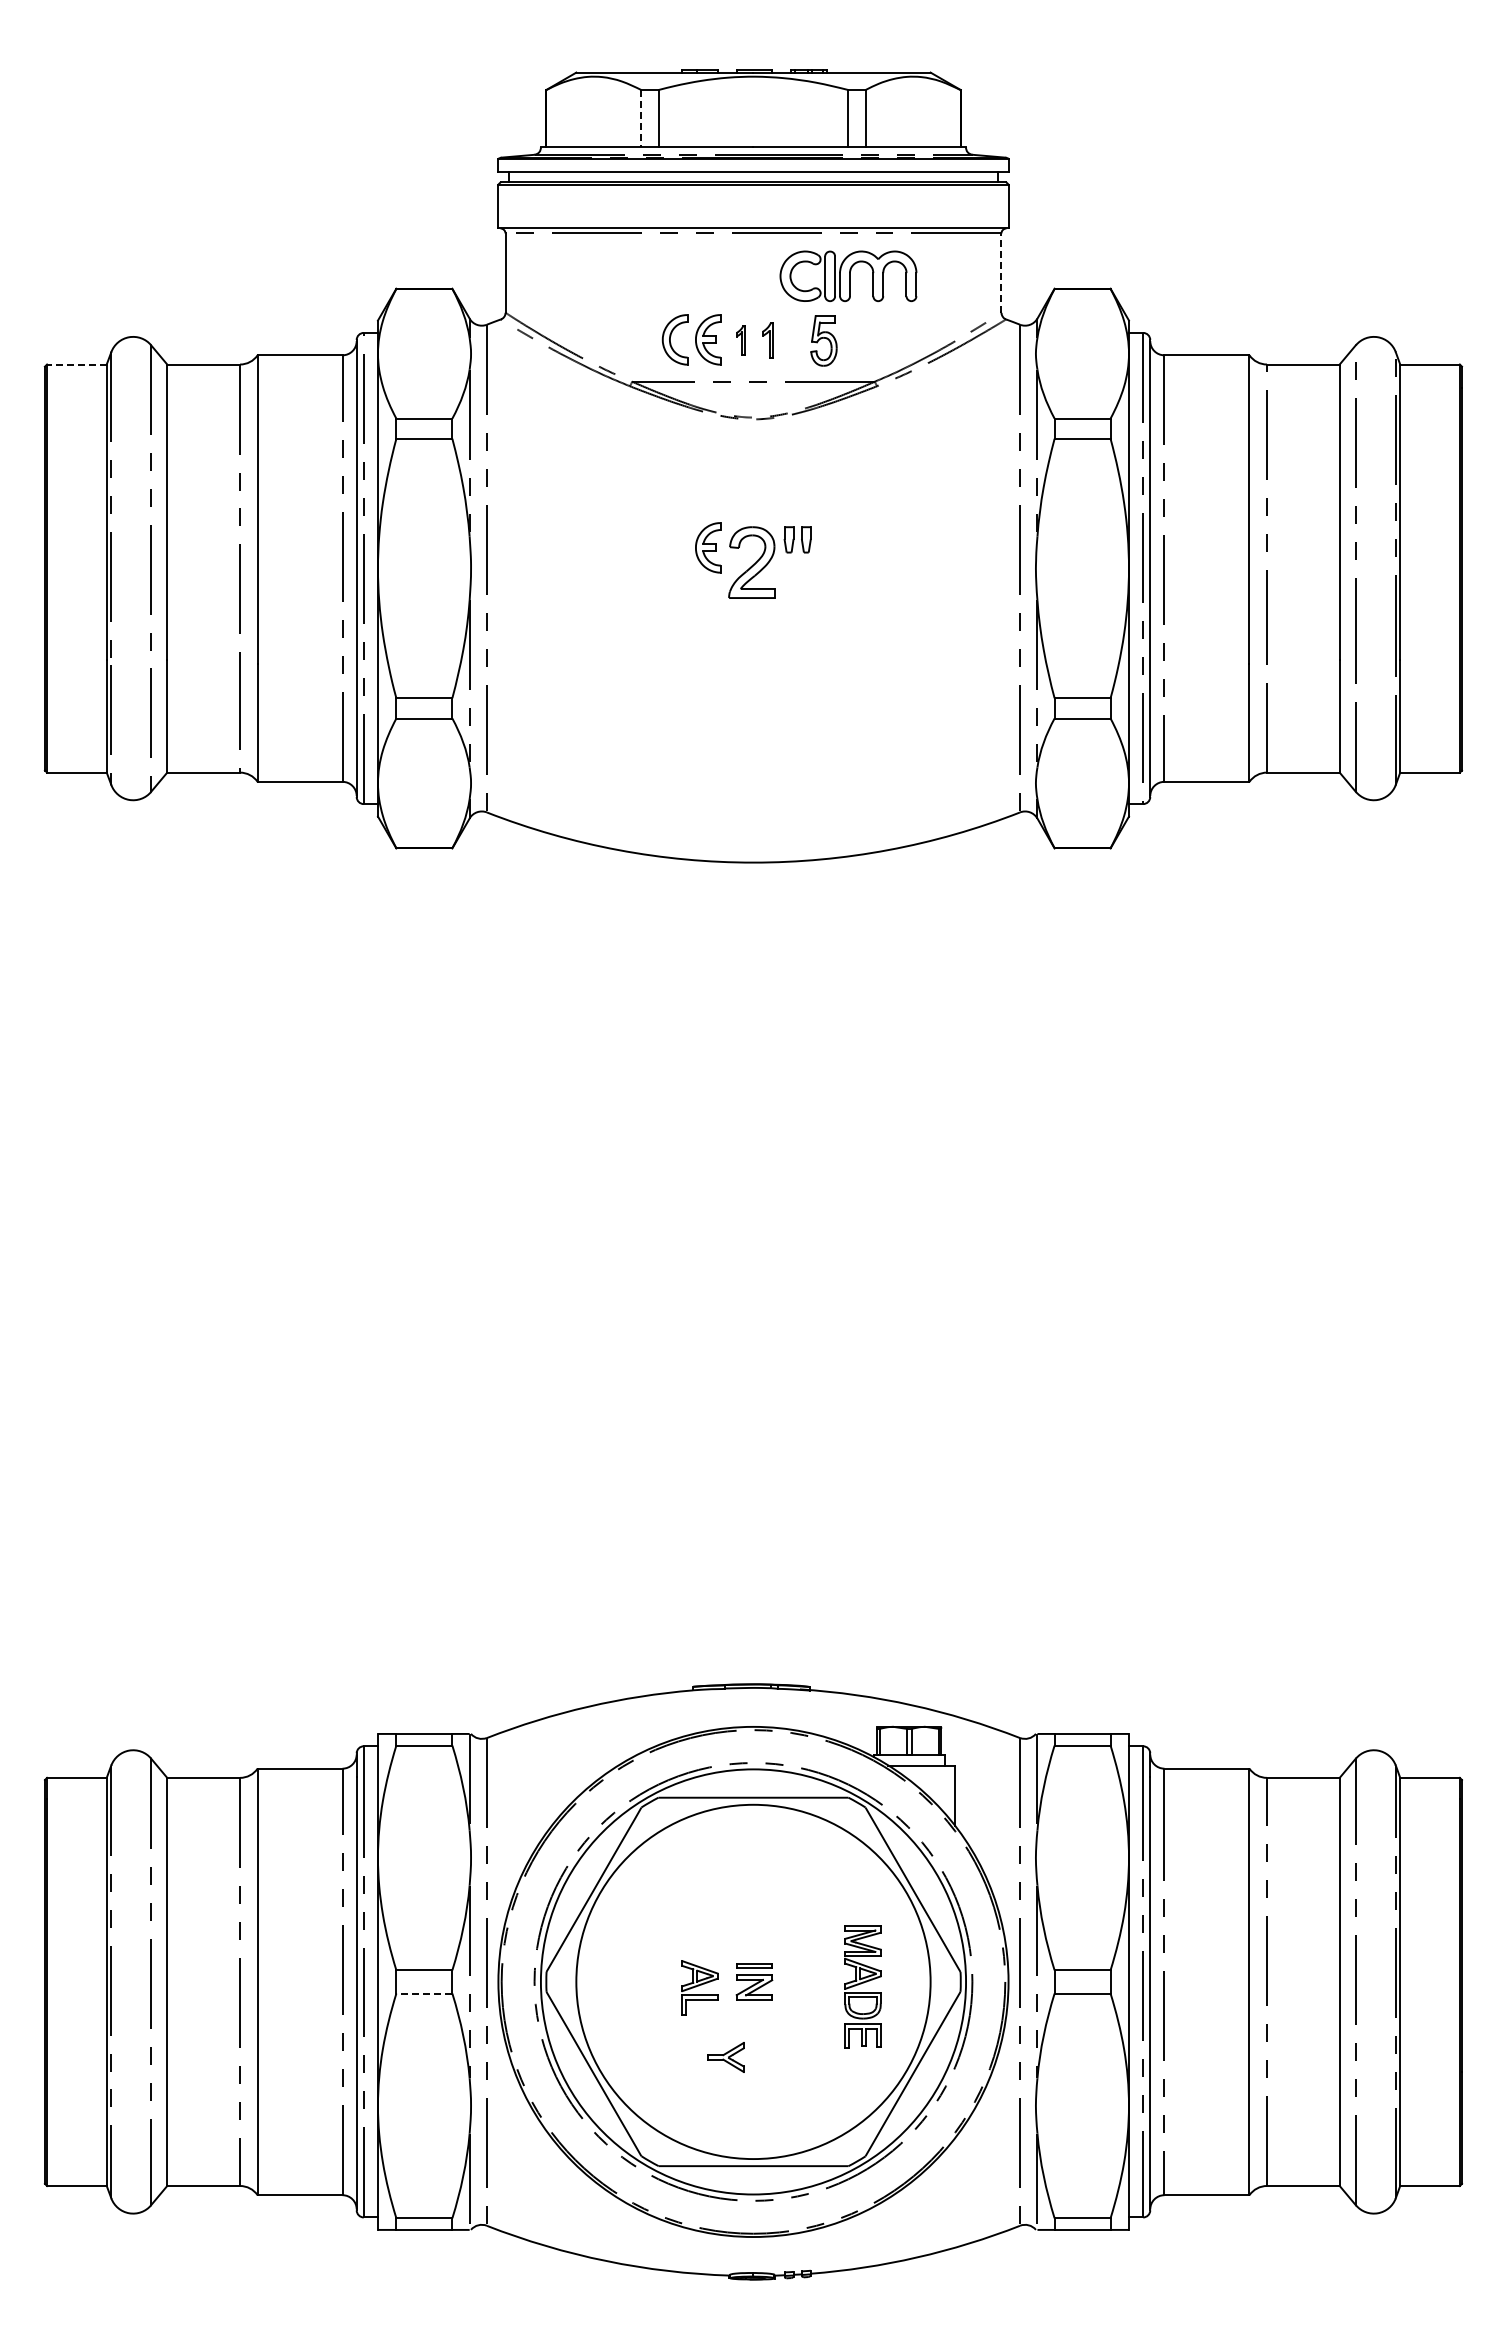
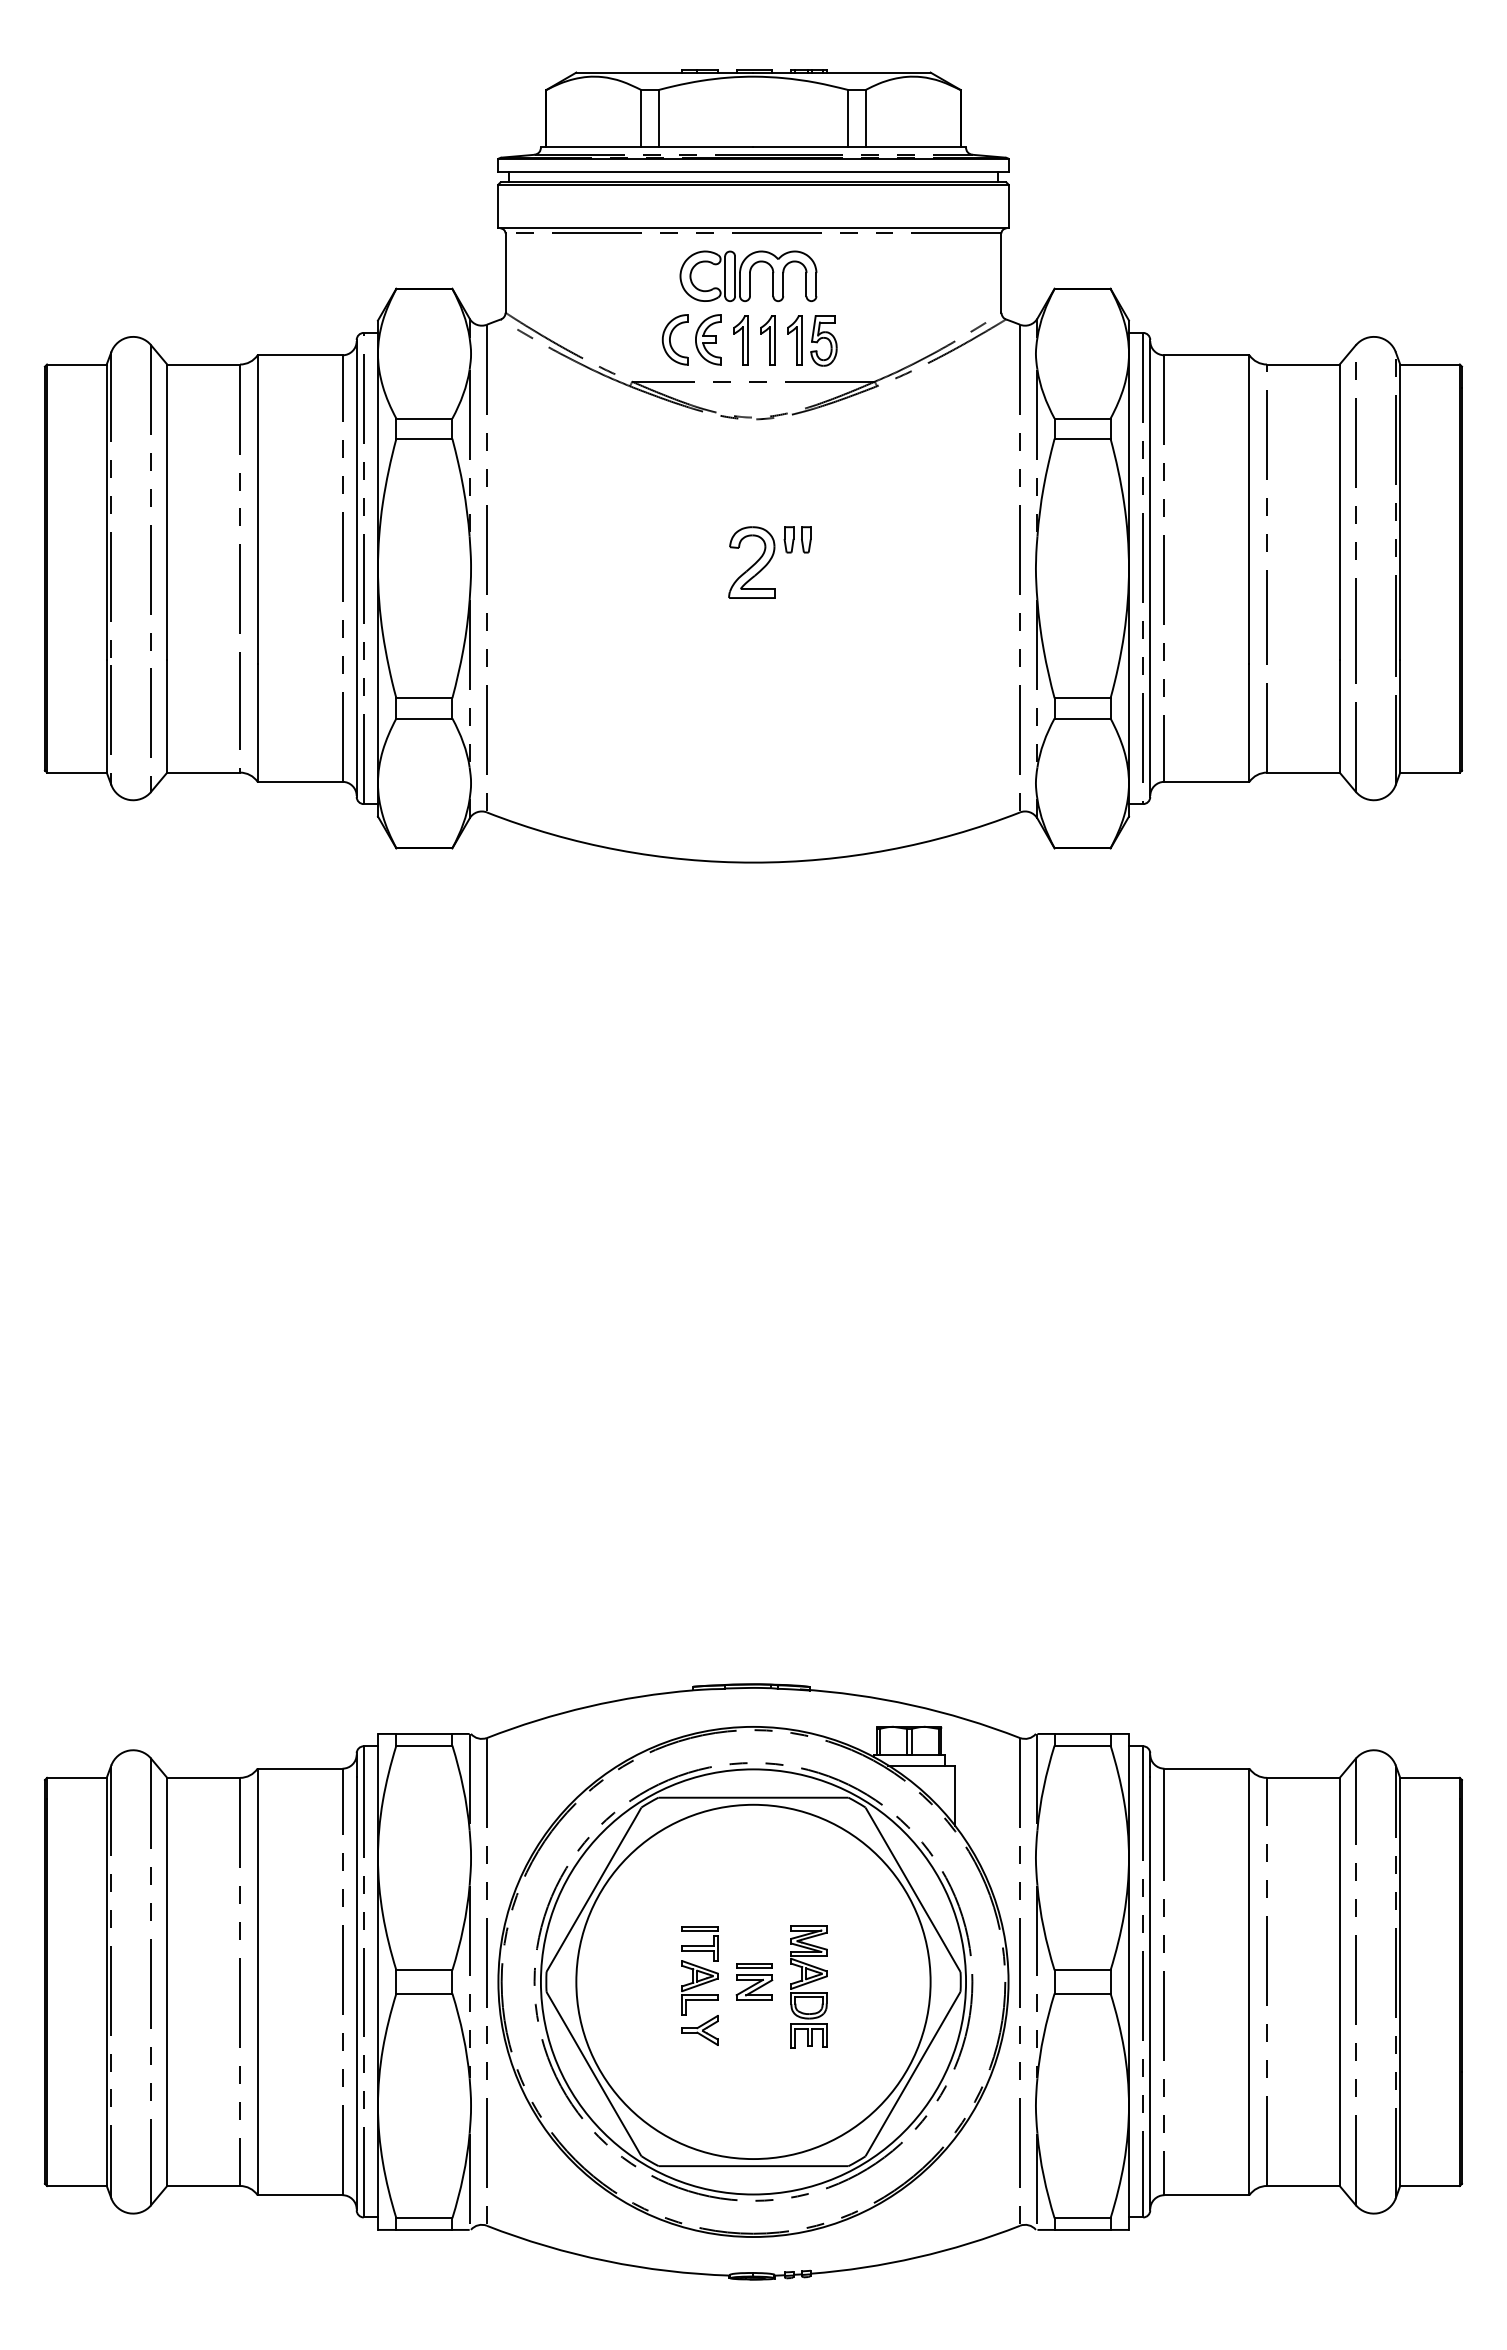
line at (641, 119): dashed -> solid
line at (1001, 273): dashed -> solid
part at (848, 276) position: (848, 276) -> (748, 276)
part at (740, 340) size: 10x31 px -> 16x51 px
part at (767, 340) size: 12x37 px -> 16x51 px
part at (794, 340): none -> present
line at (76, 364): dashed -> solid
part at (708, 547): present -> none
part at (699, 1943): none -> present
part at (862, 1986) position: (862, 1986) -> (808, 1986)
line at (424, 1993): dashed -> solid
part at (725, 2057) position: (725, 2057) -> (699, 2030)
